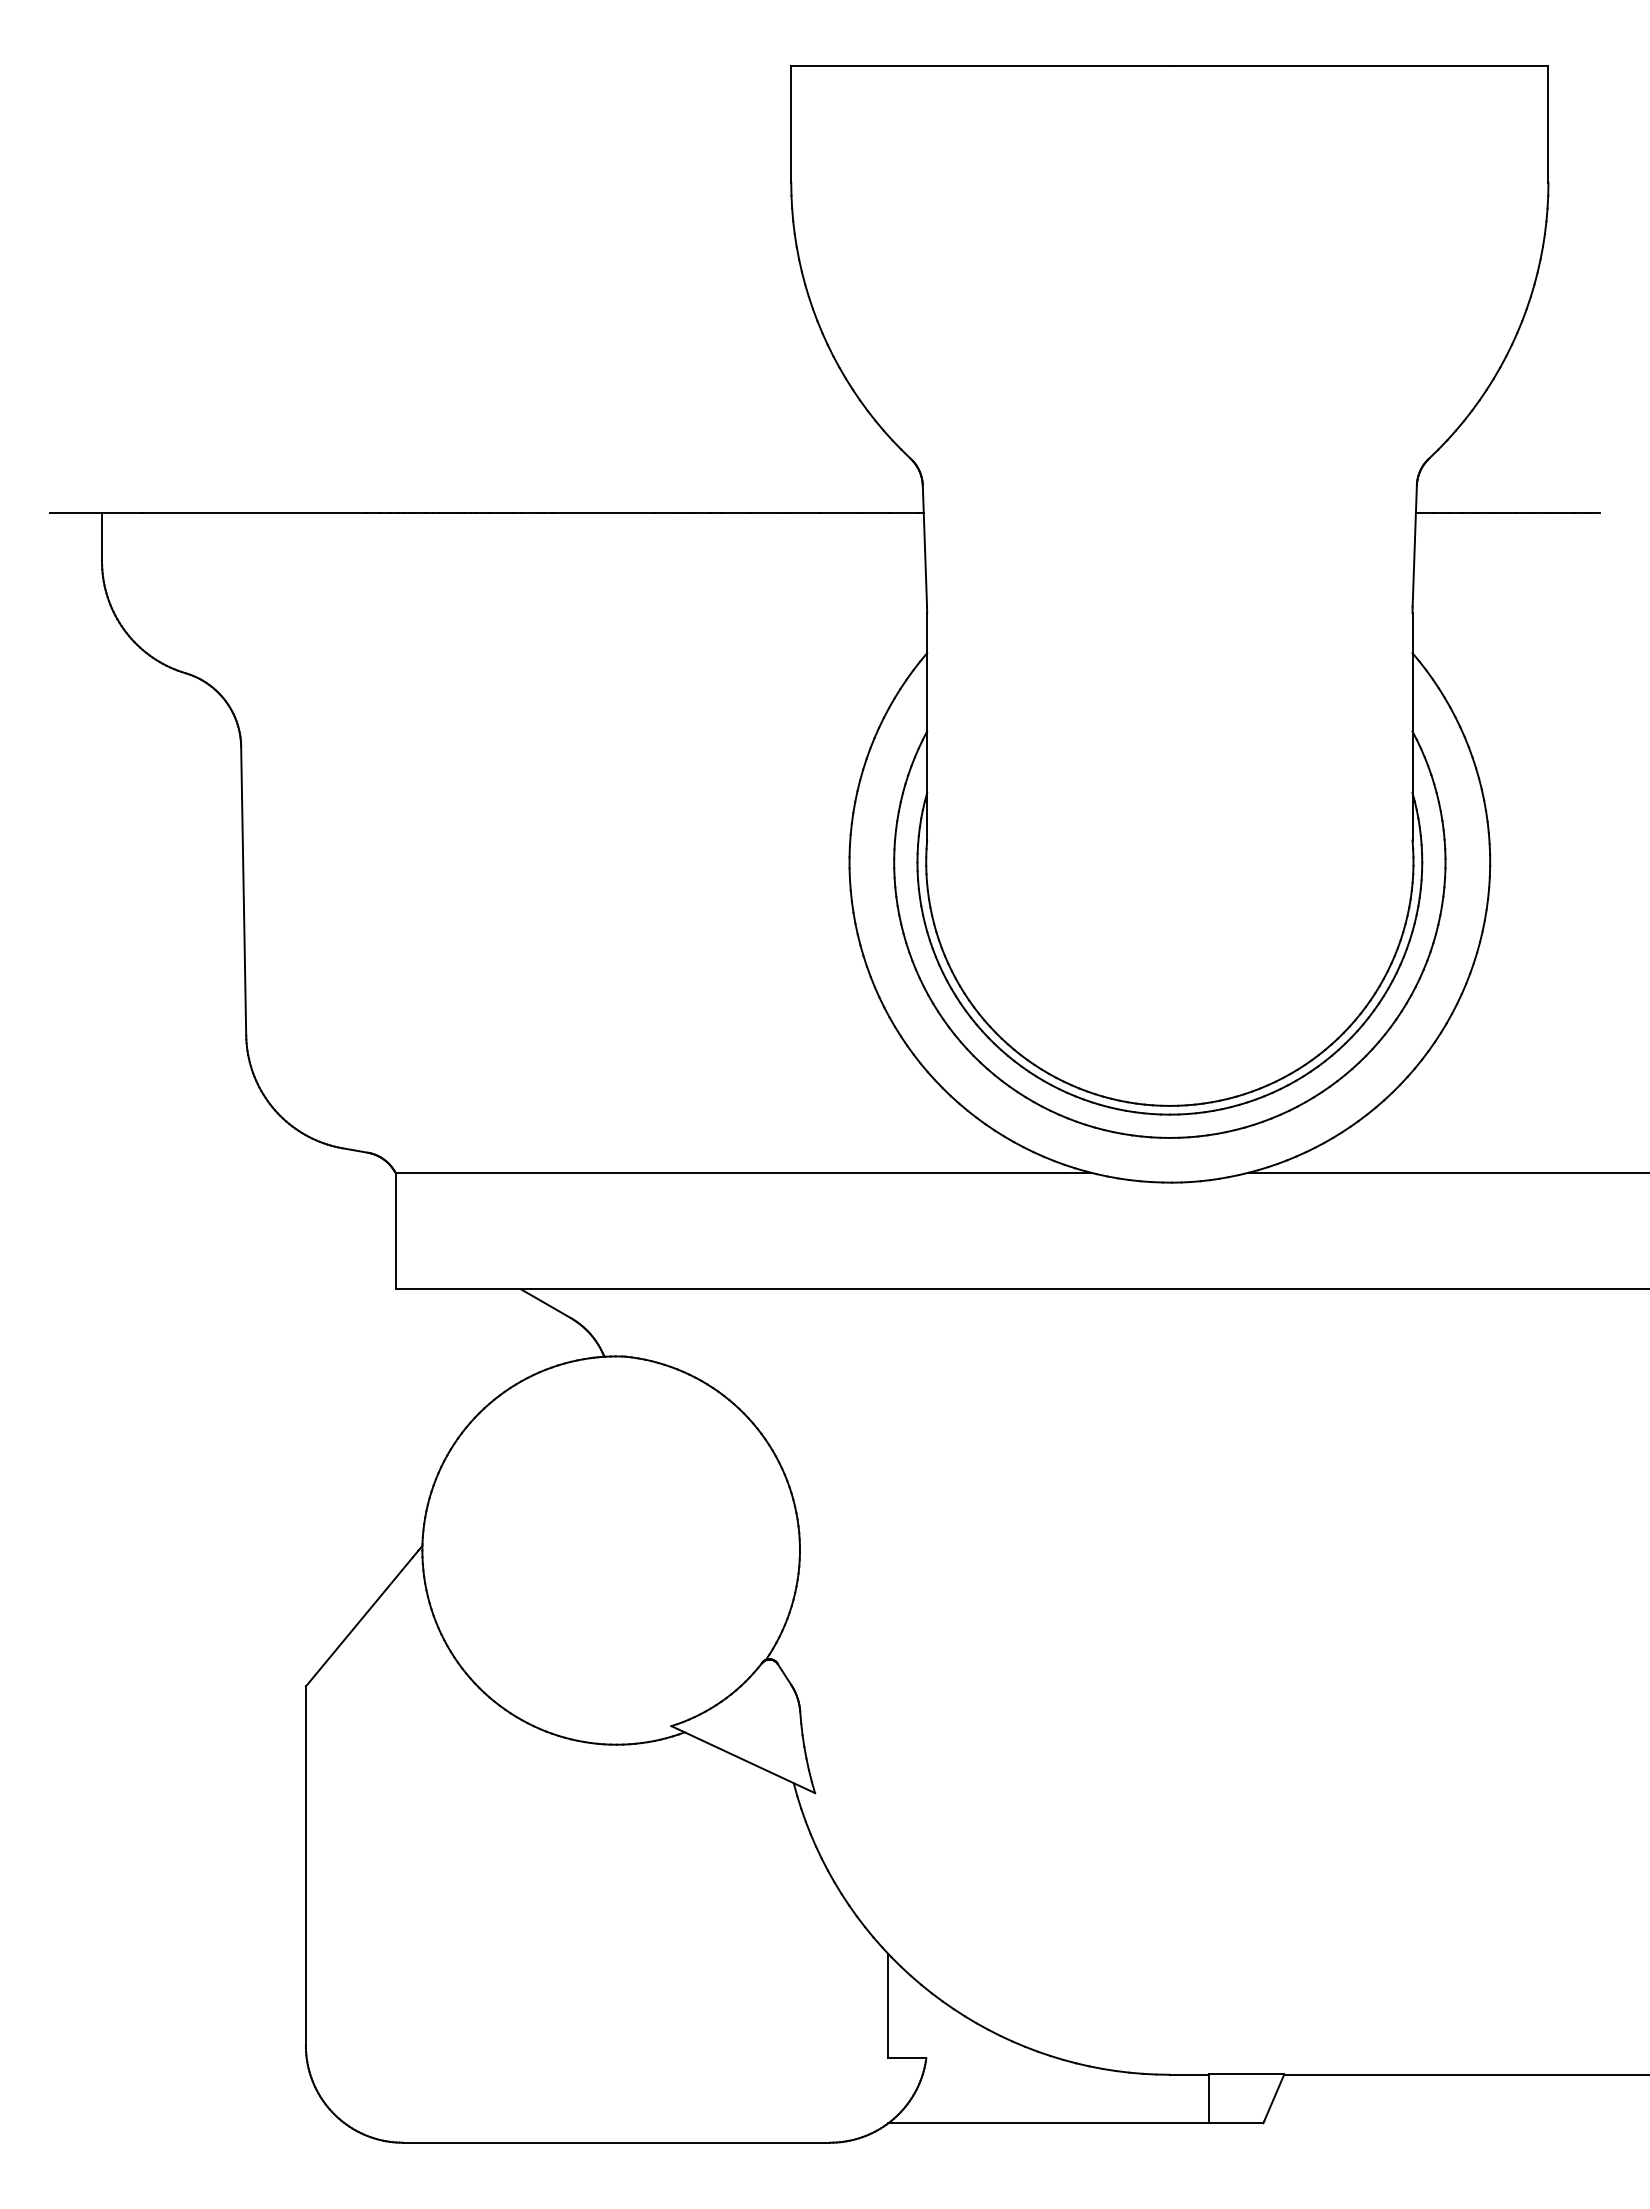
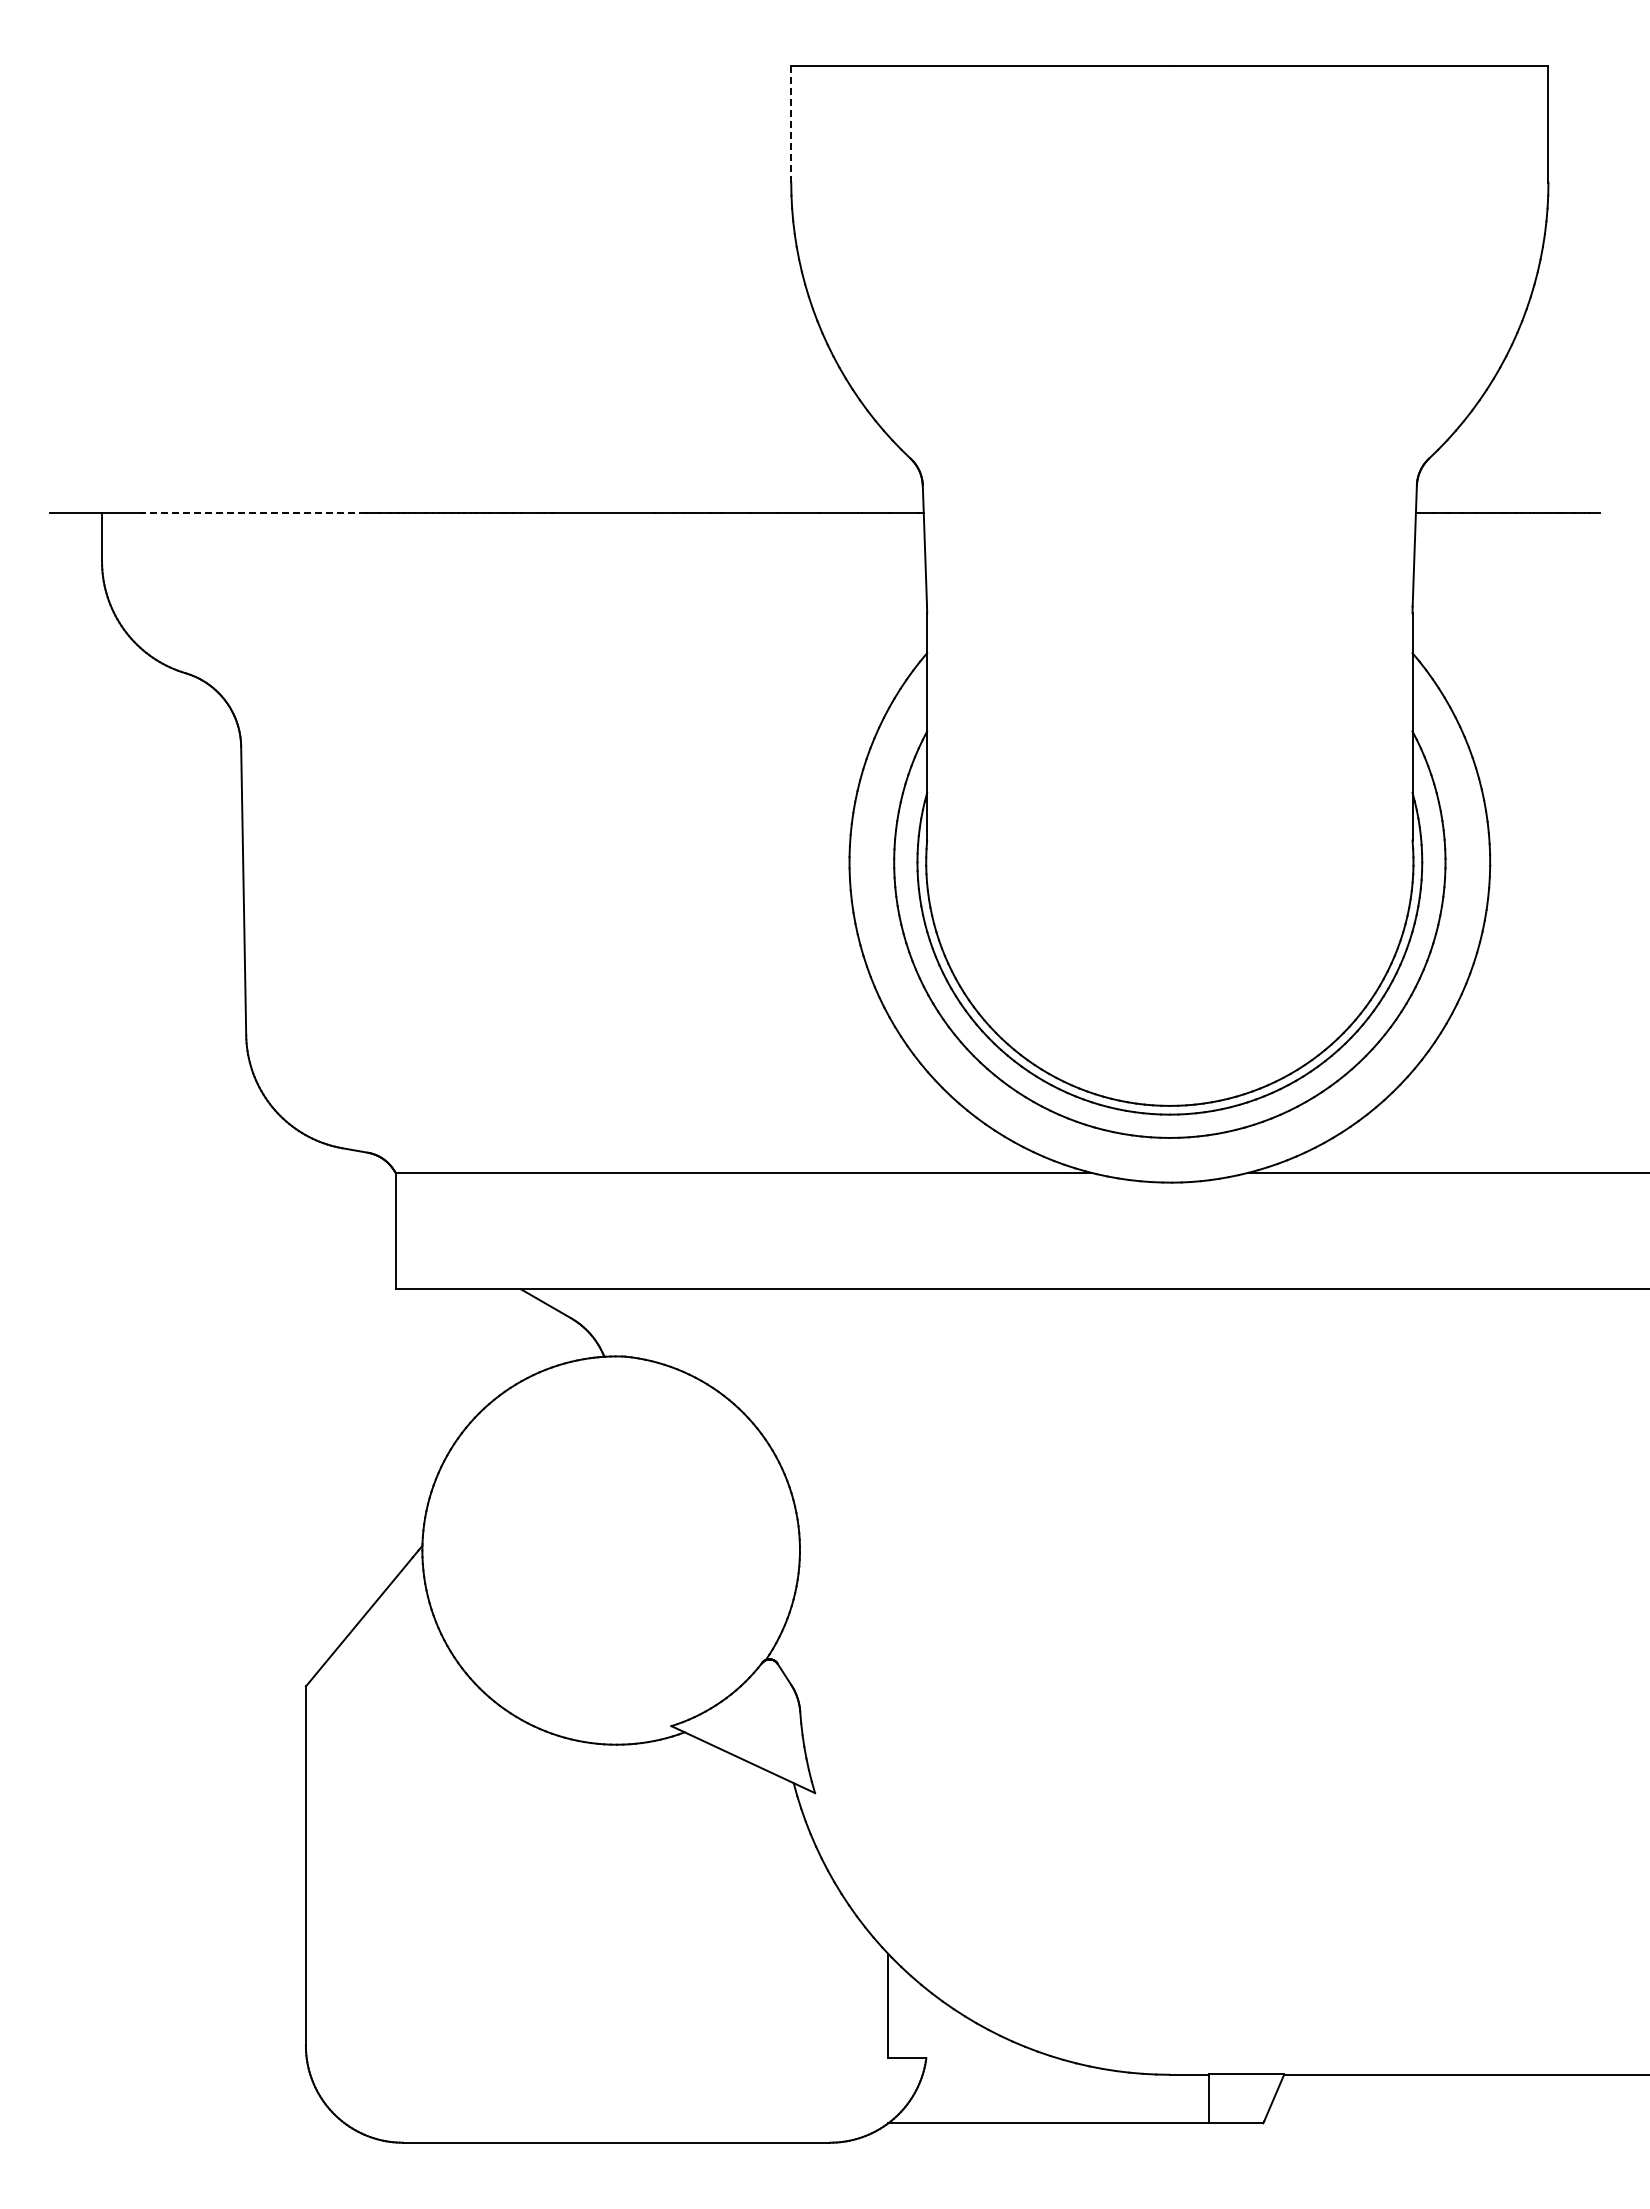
line at (791, 125): solid -> dashed
line at (253, 512): solid -> dashed
